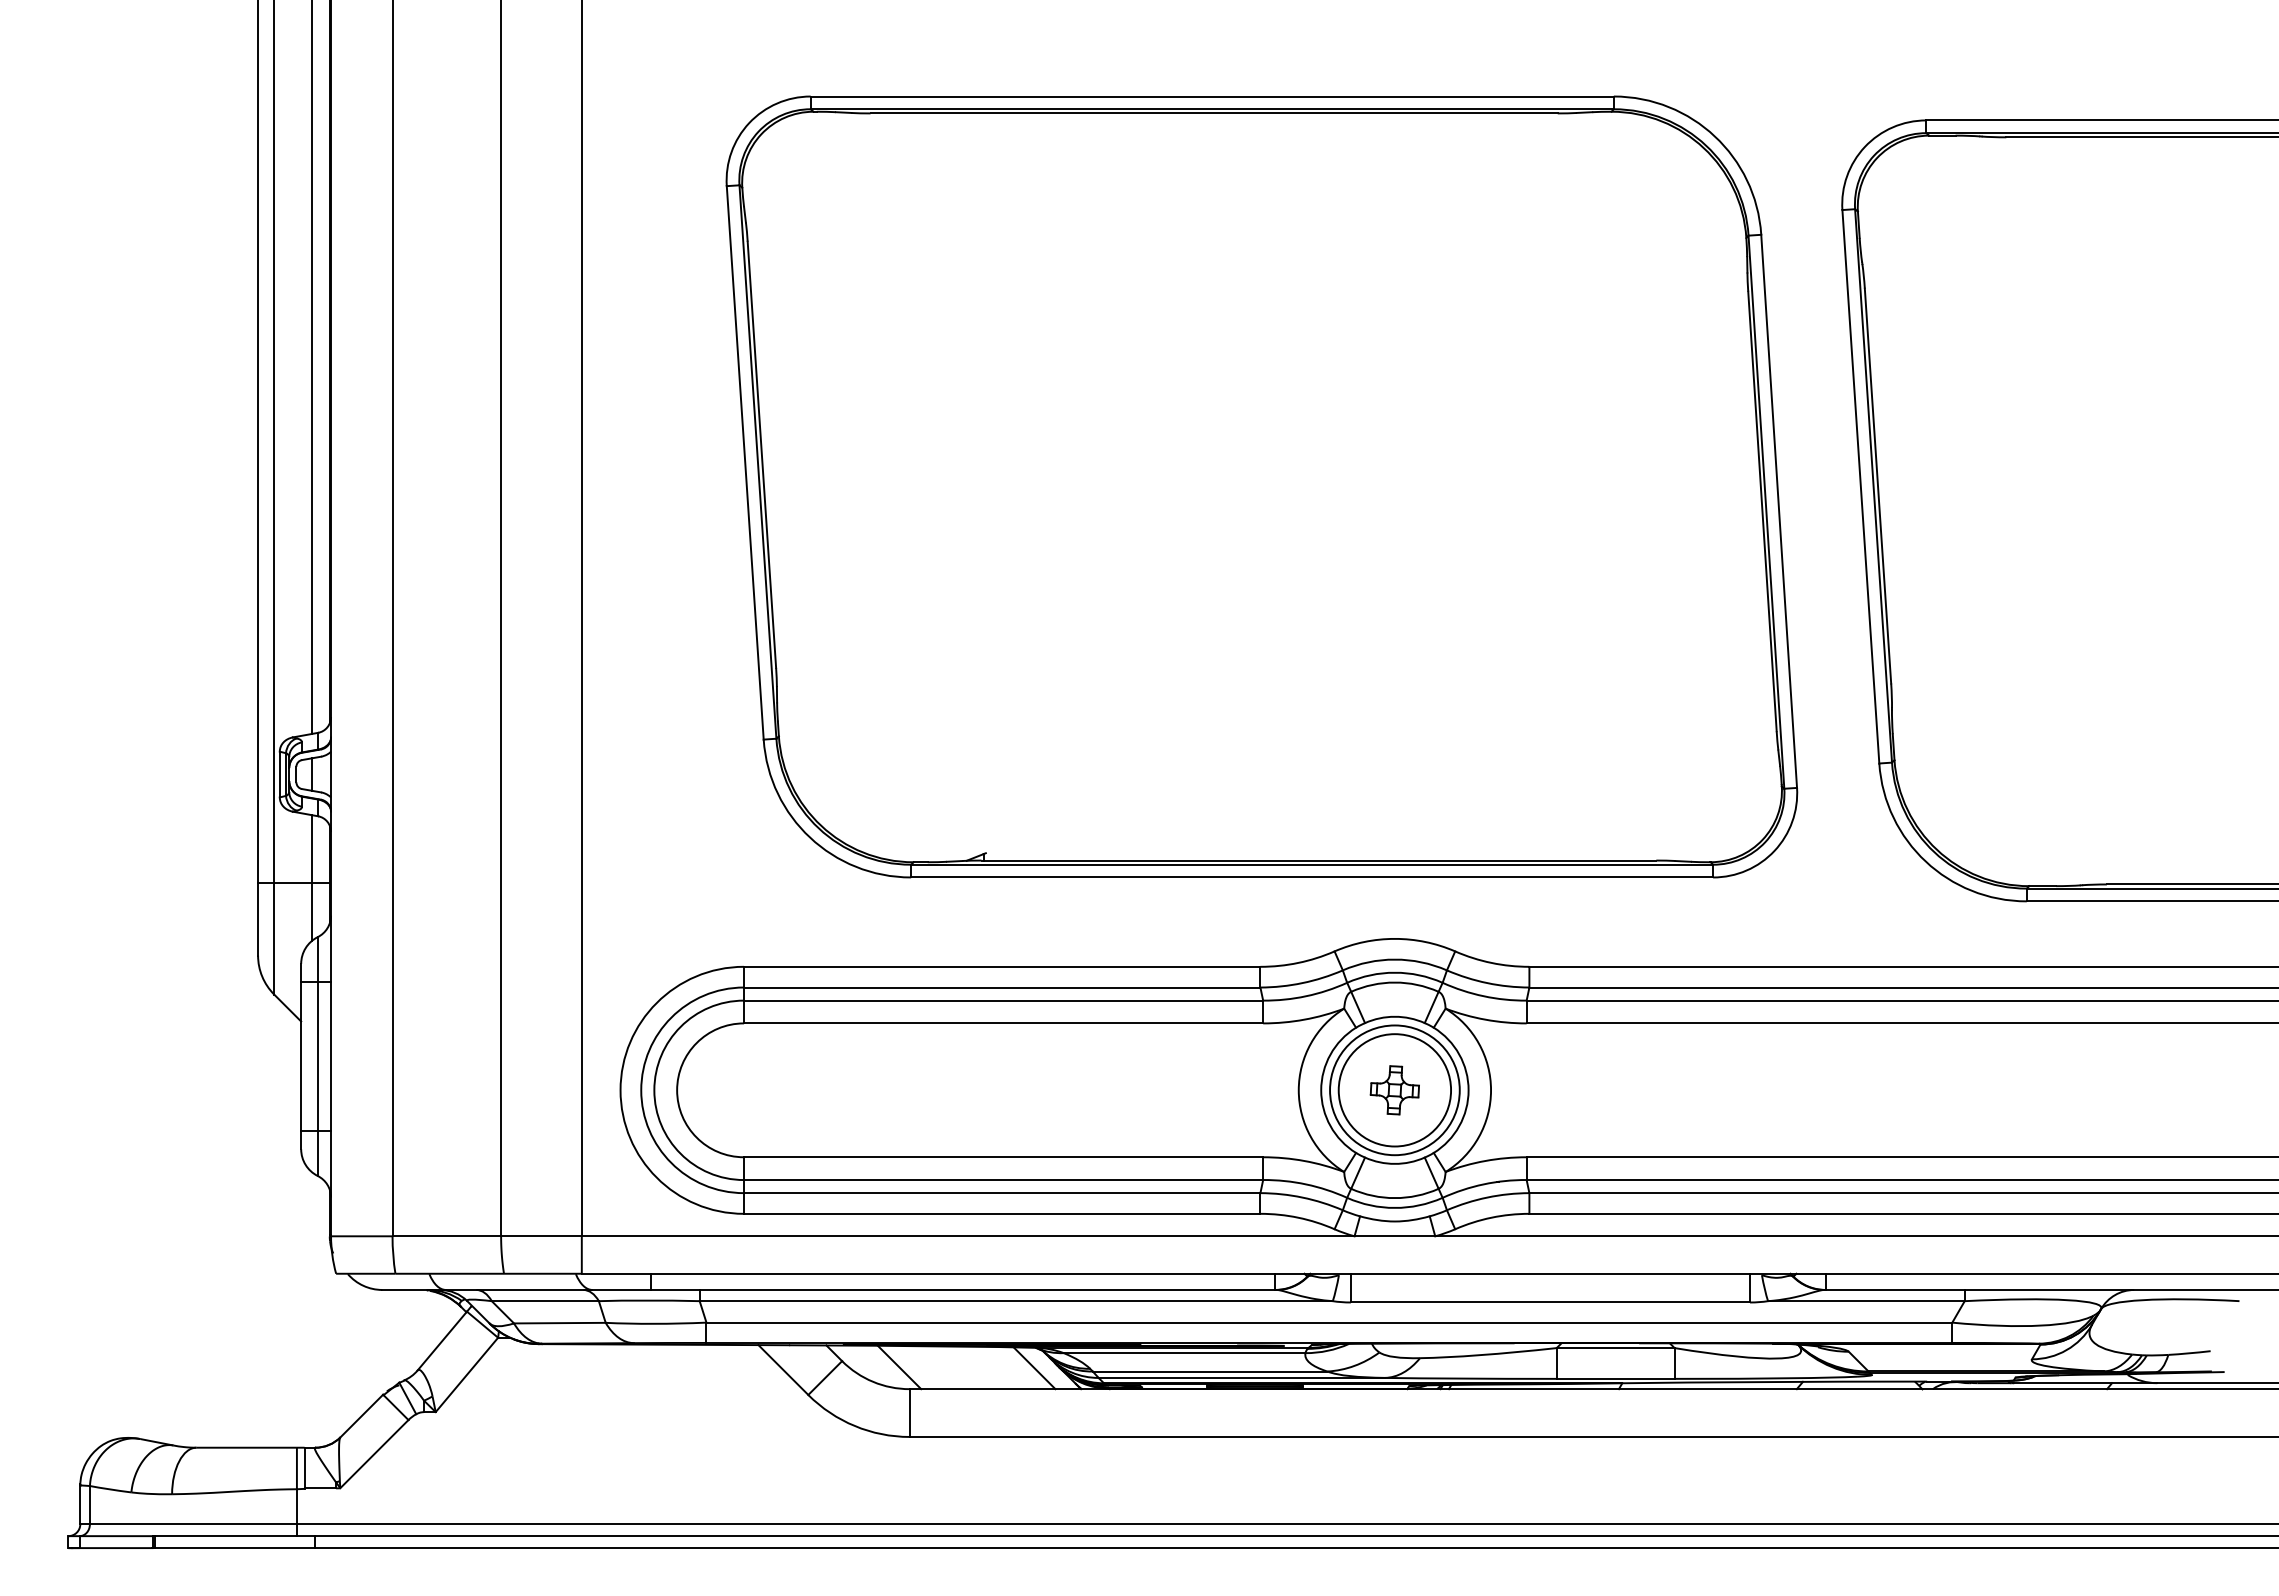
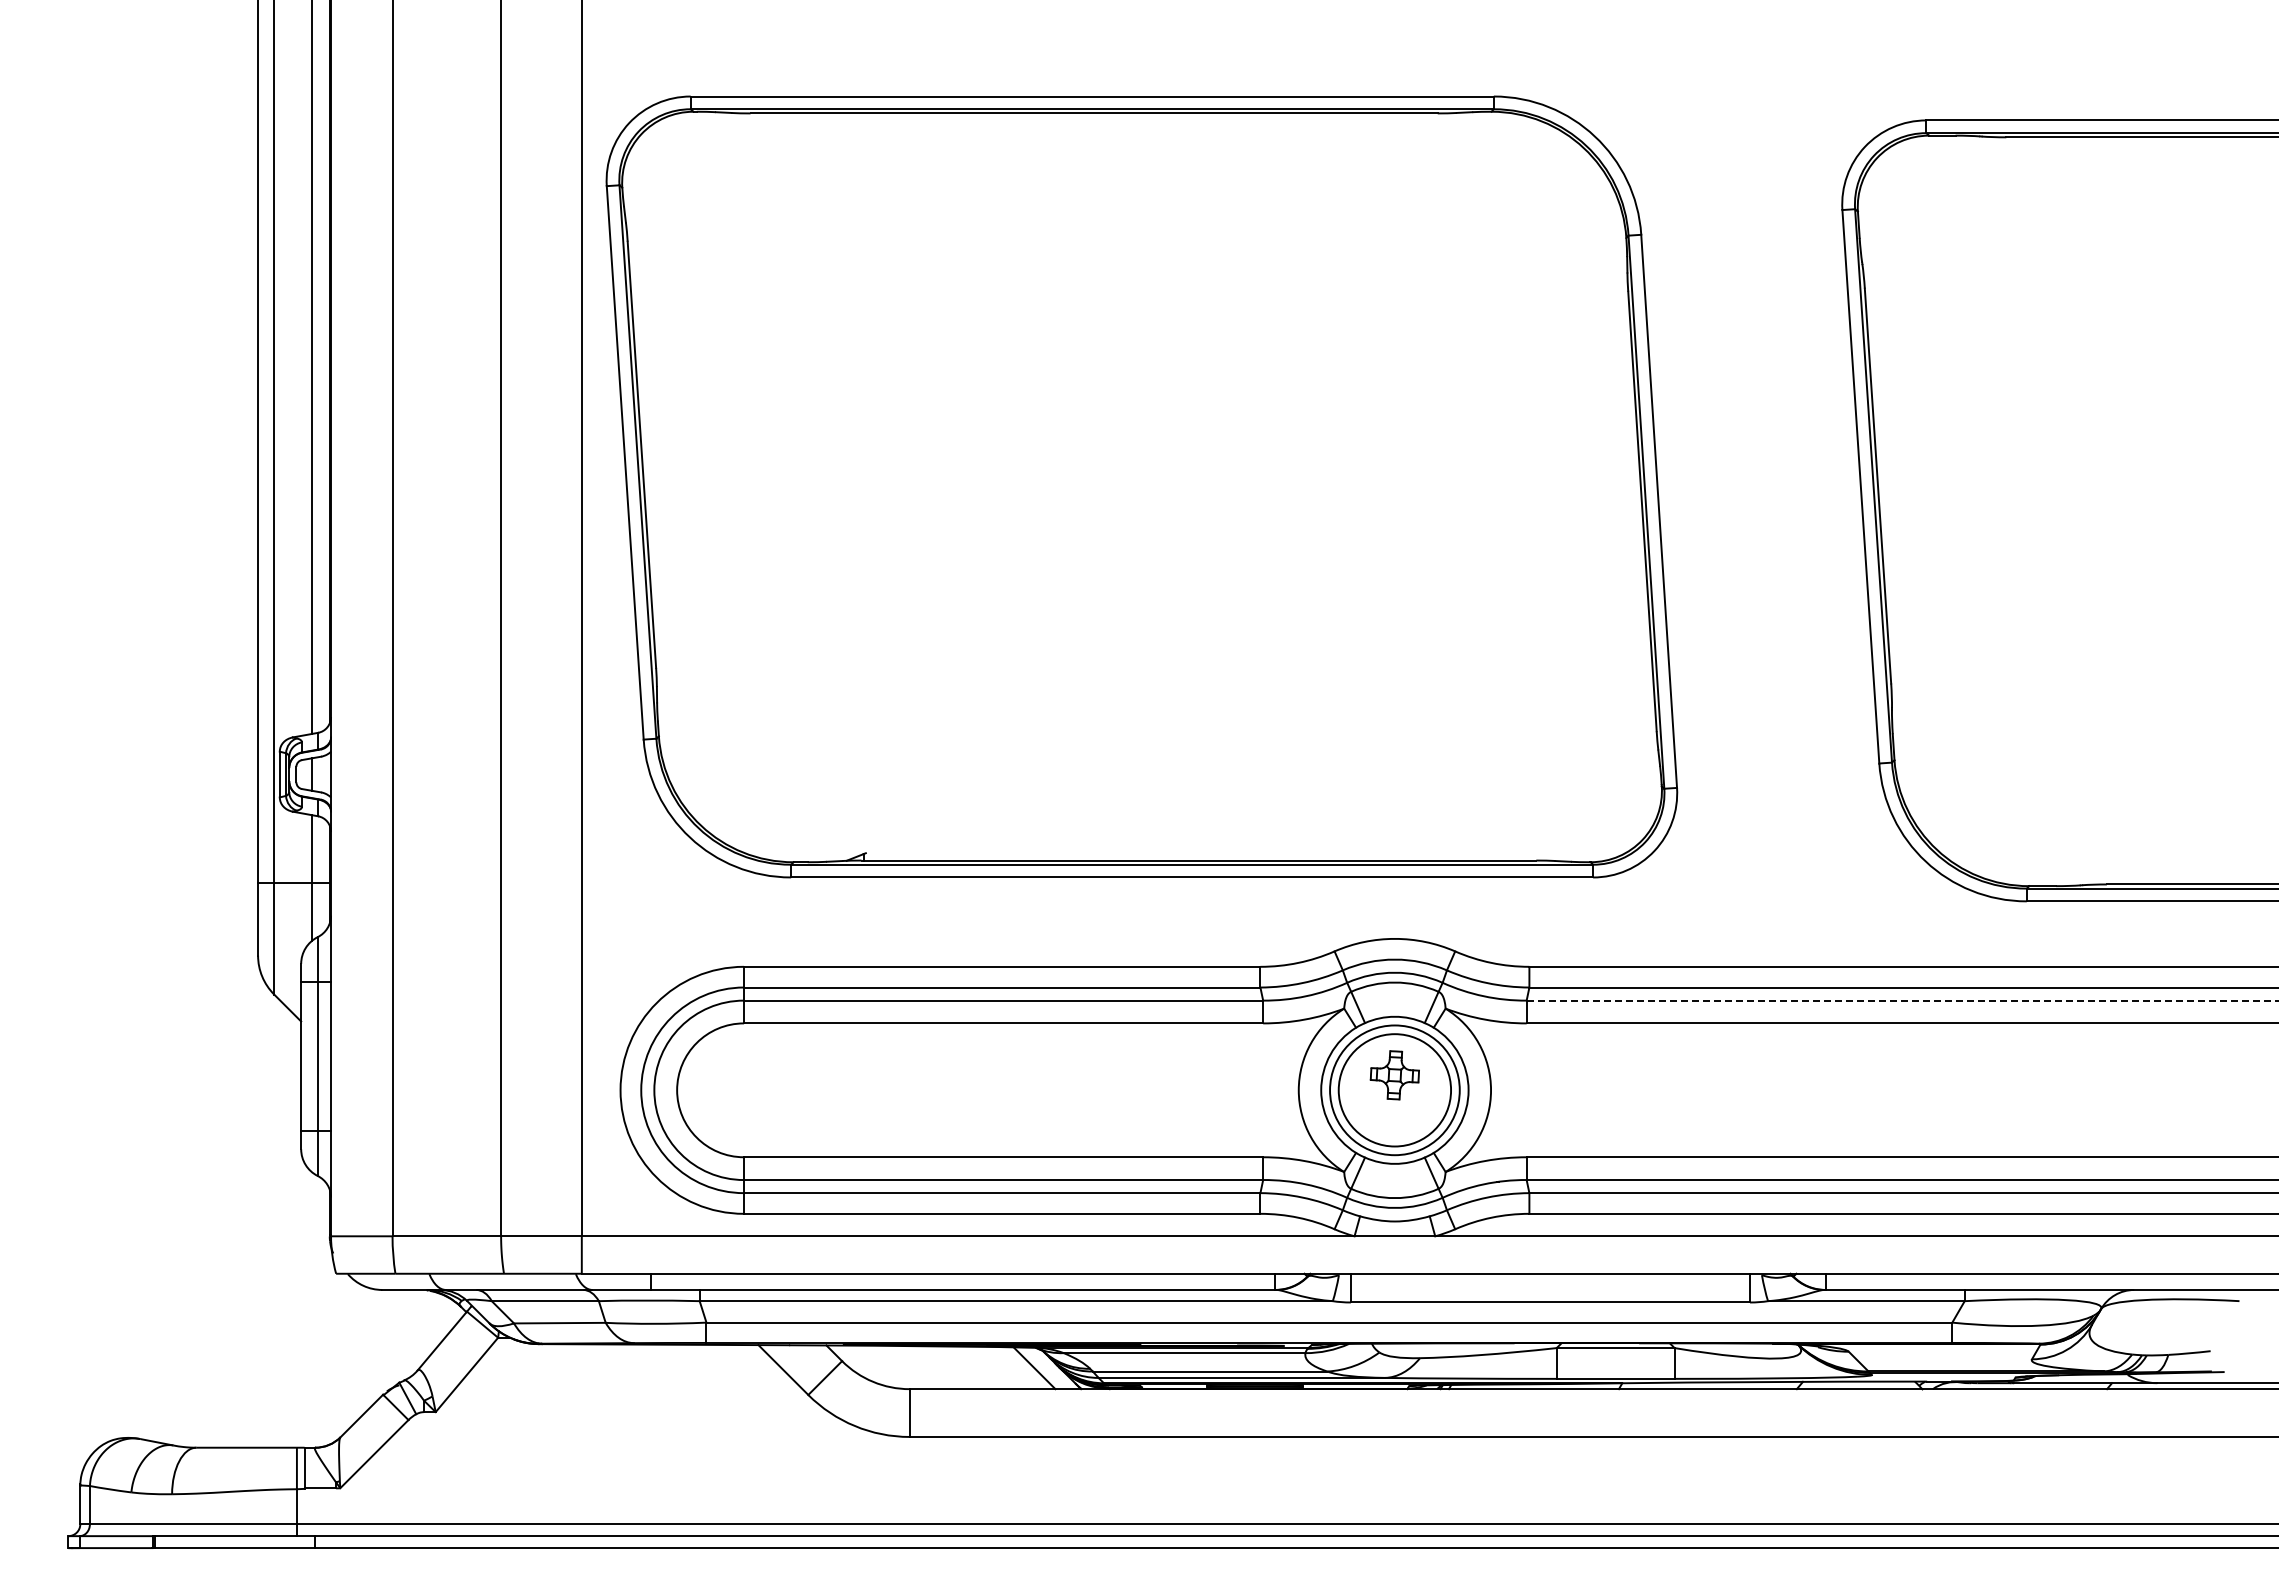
part at (1261, 486) position: (1261, 486) -> (1141, 486)
line at (1902, 1000): solid -> dashed
part at (1394, 1090) position: (1394, 1090) -> (1394, 1075)
line at (899, 1367): present -> none
